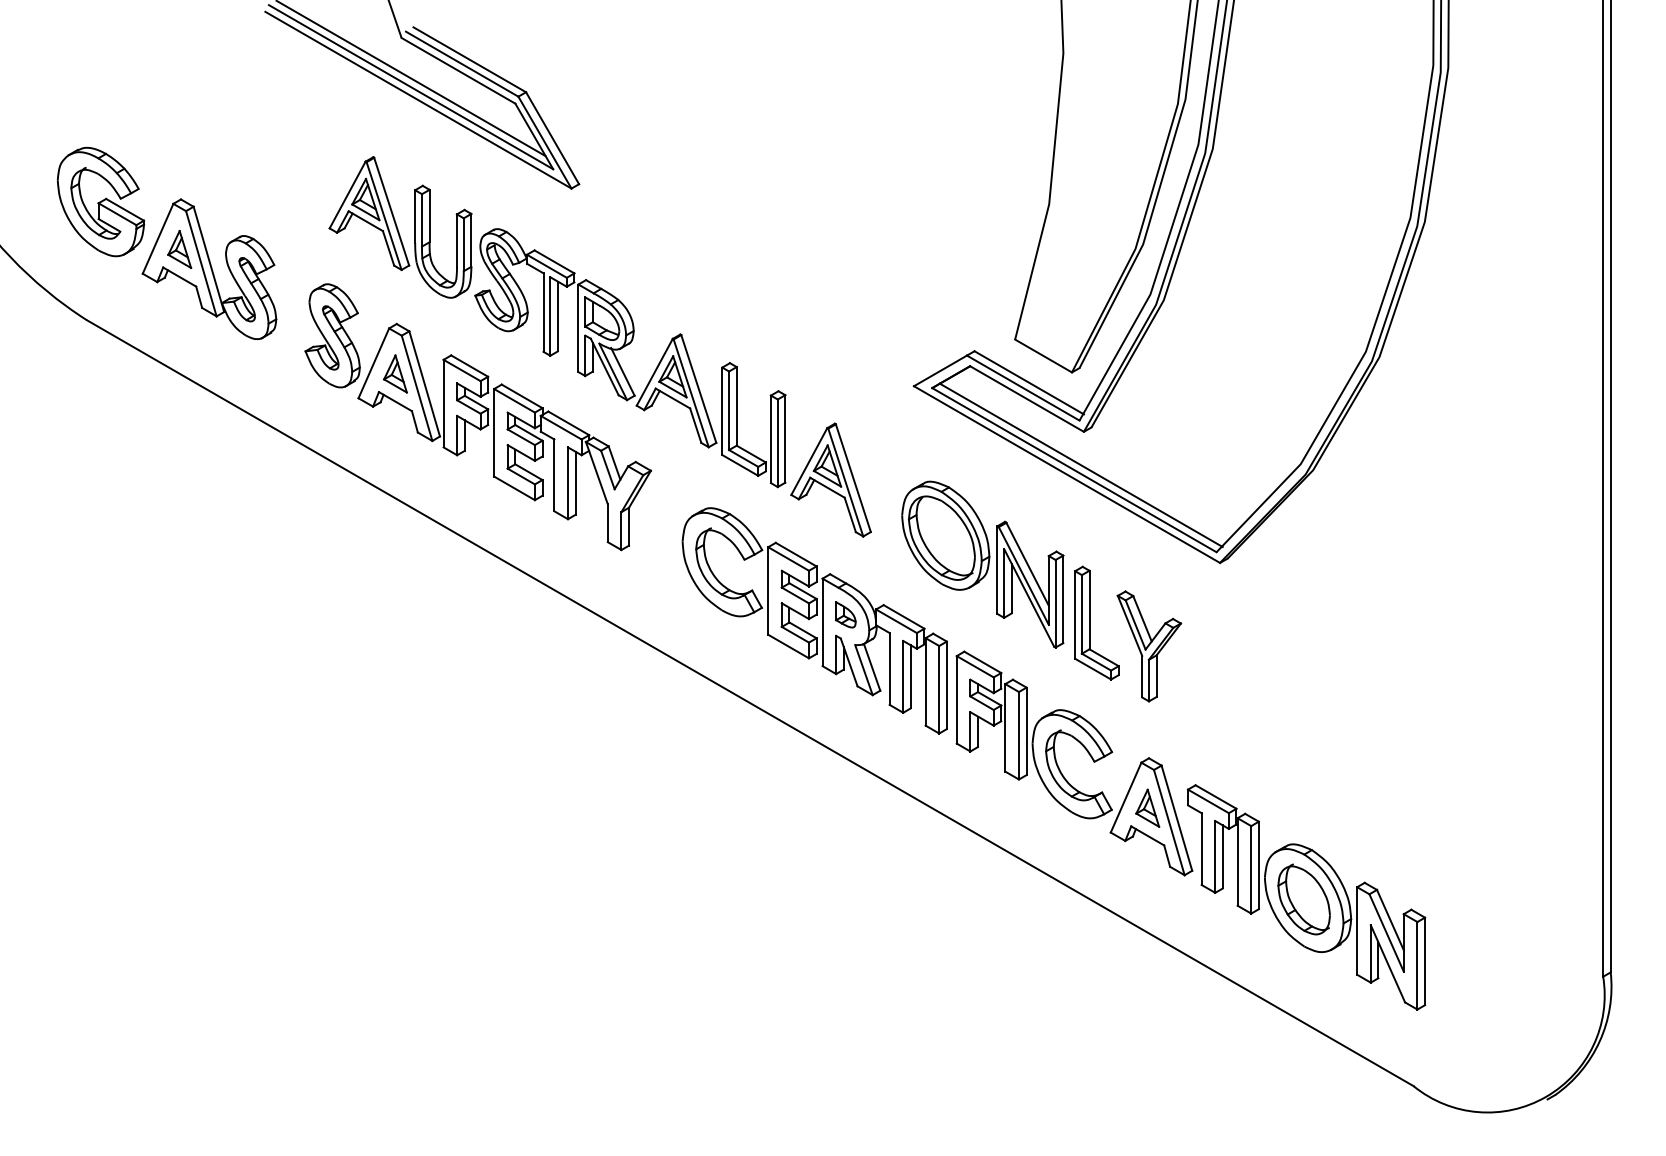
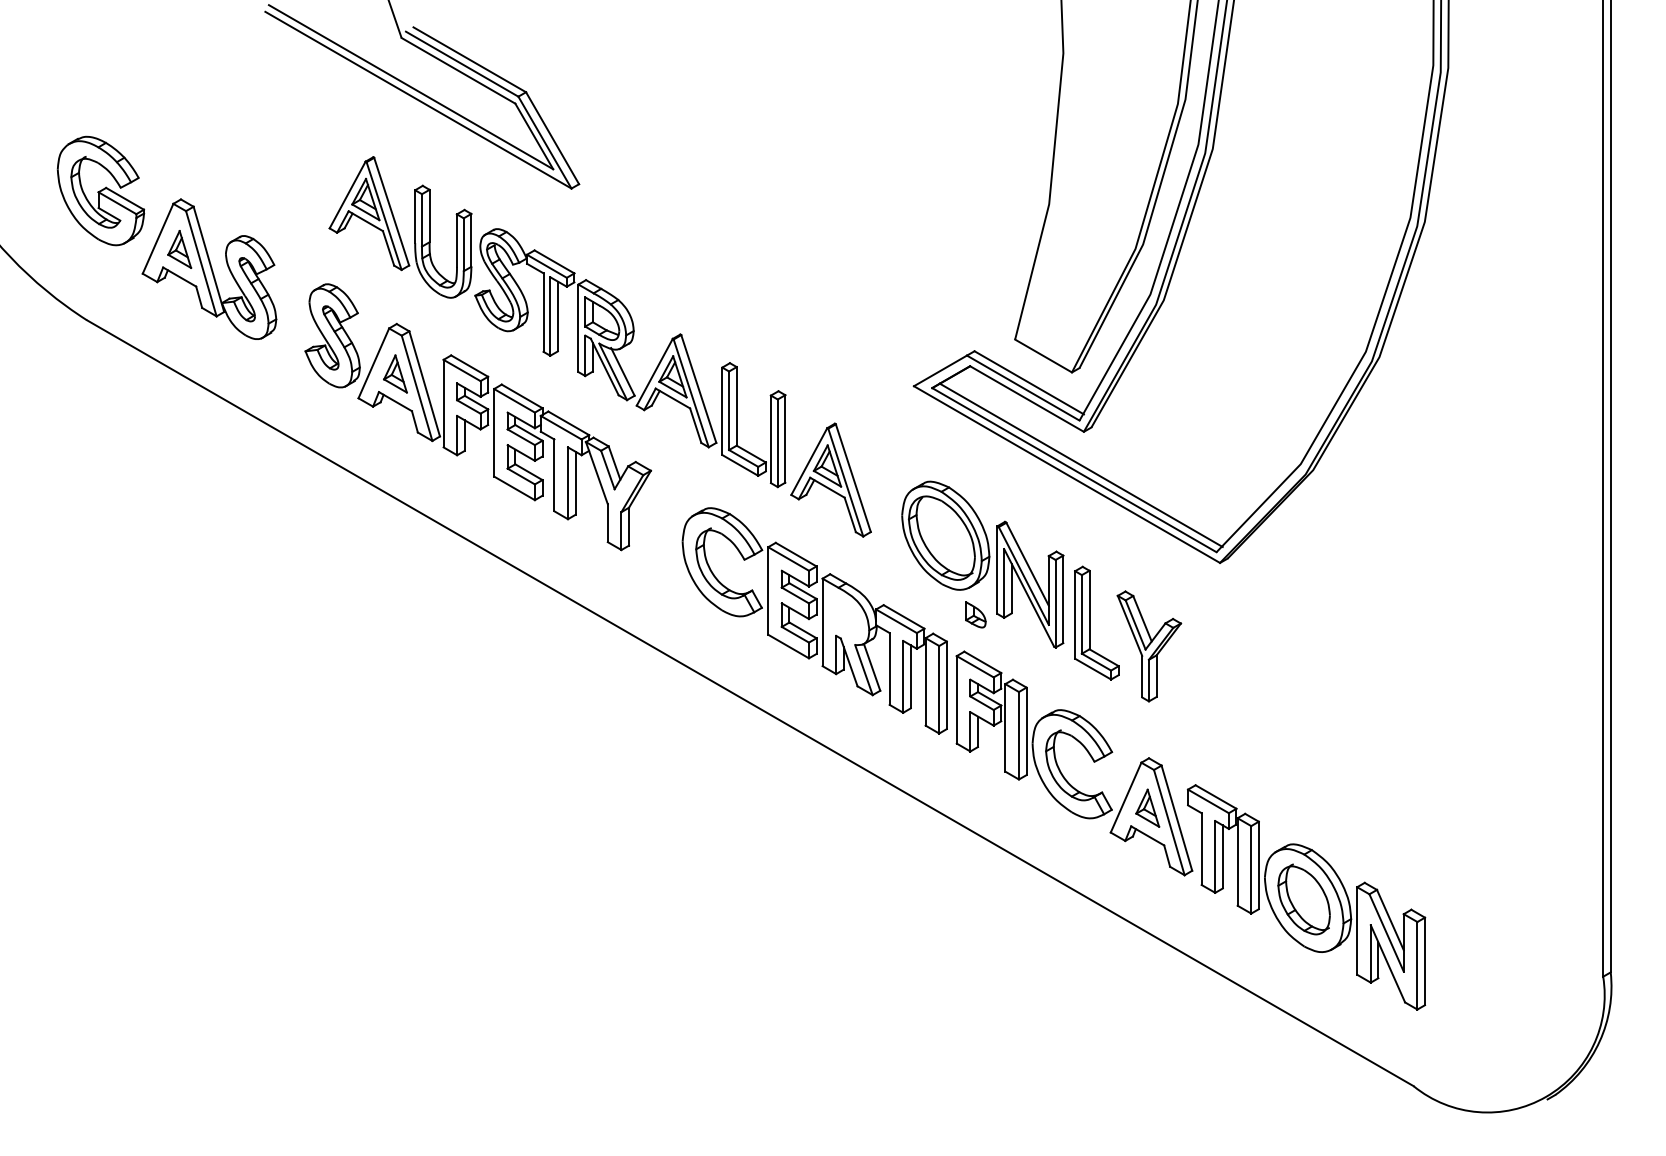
line at (412, 79): present -> none
part at (100, 201) position: (100, 201) -> (100, 190)
part at (845, 614) position: (845, 614) -> (975, 614)
